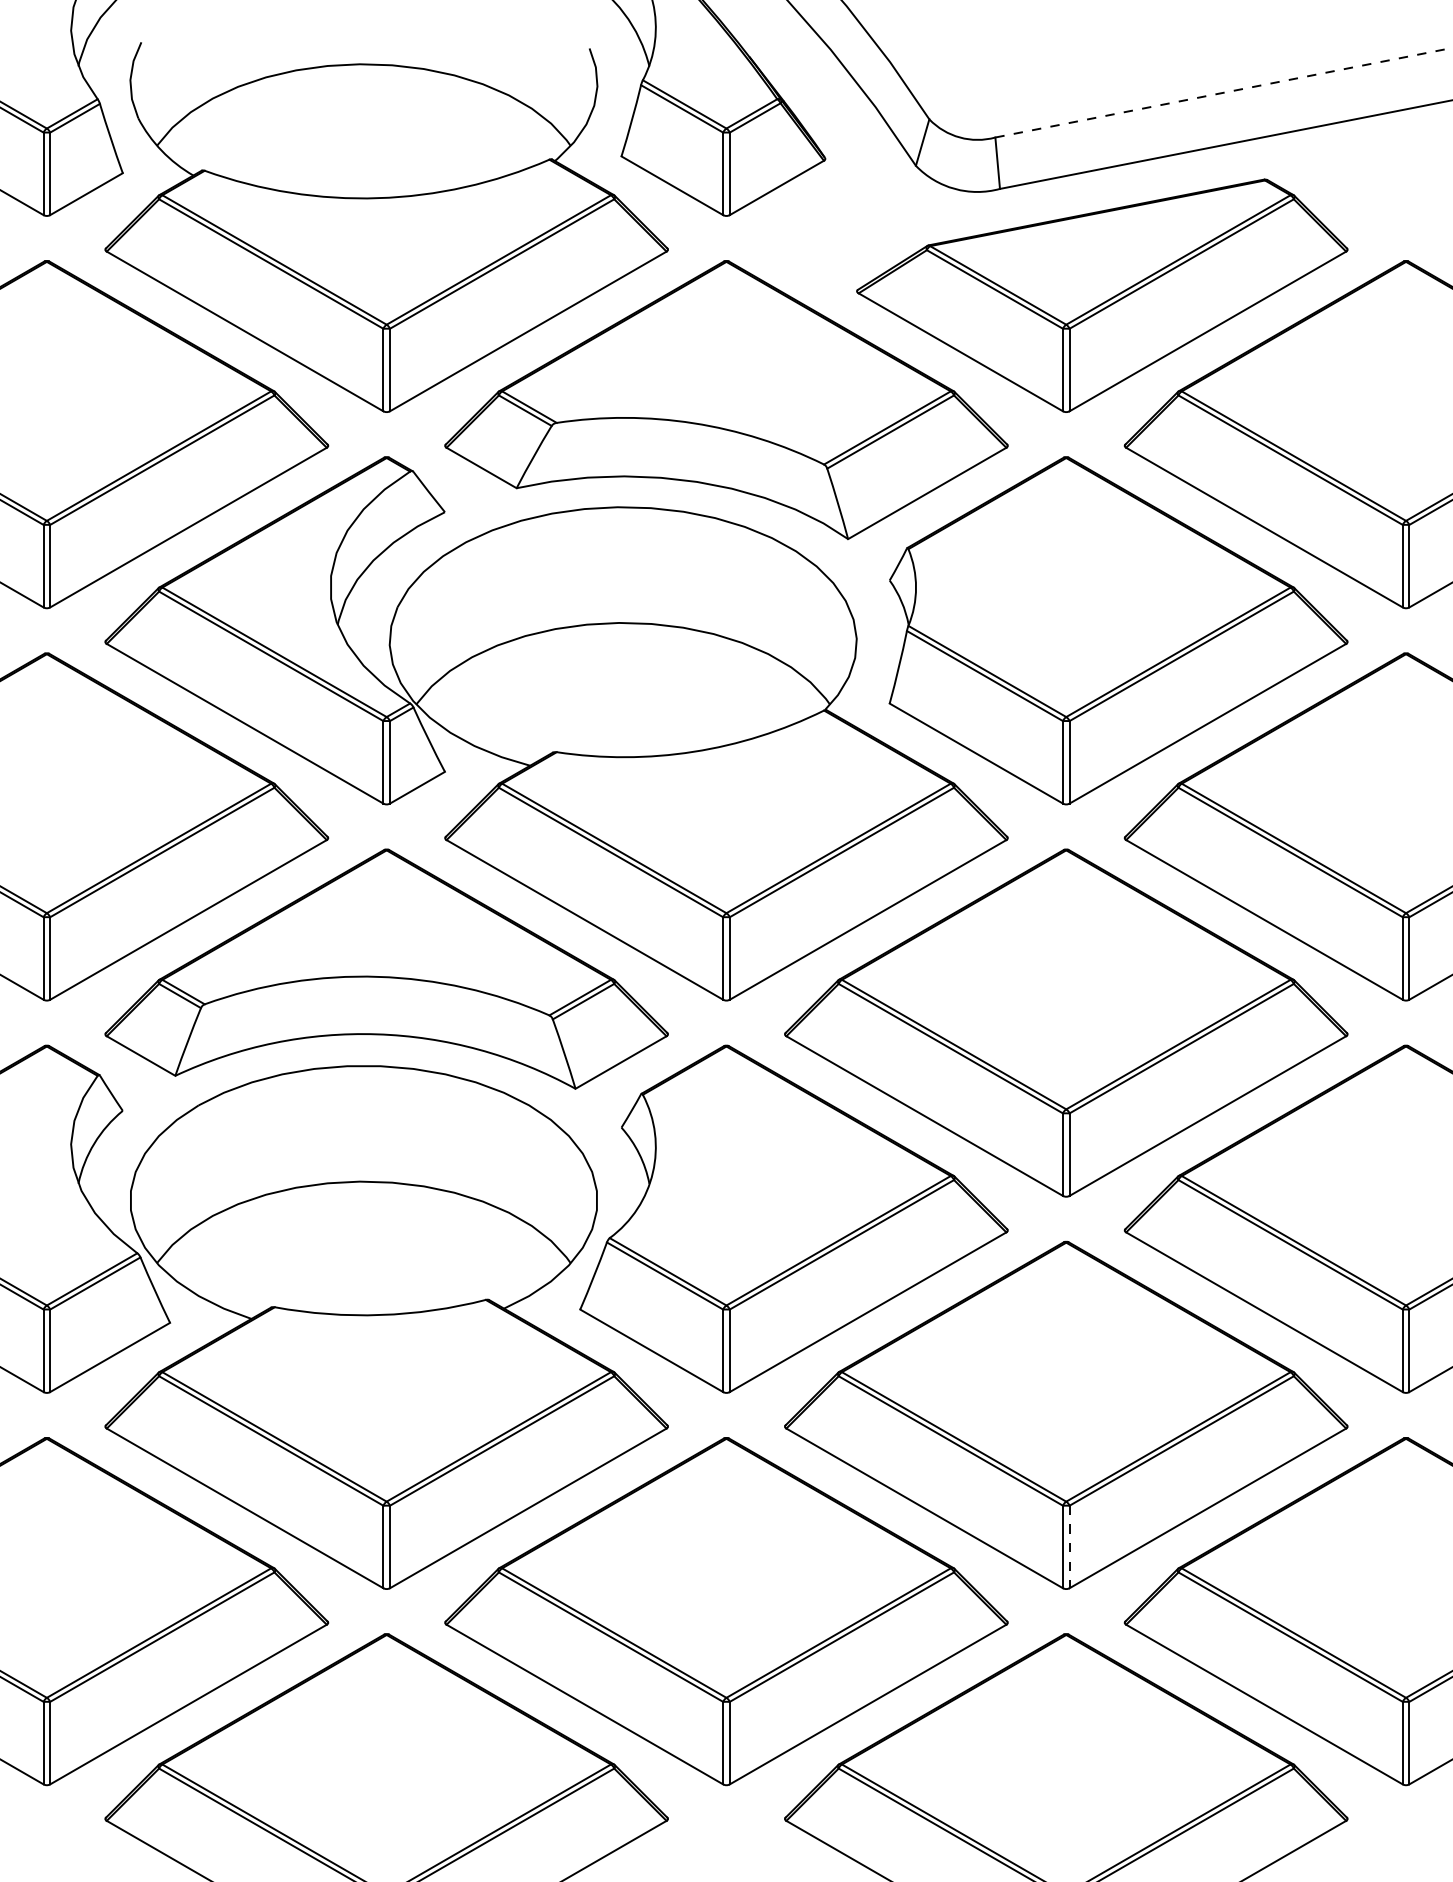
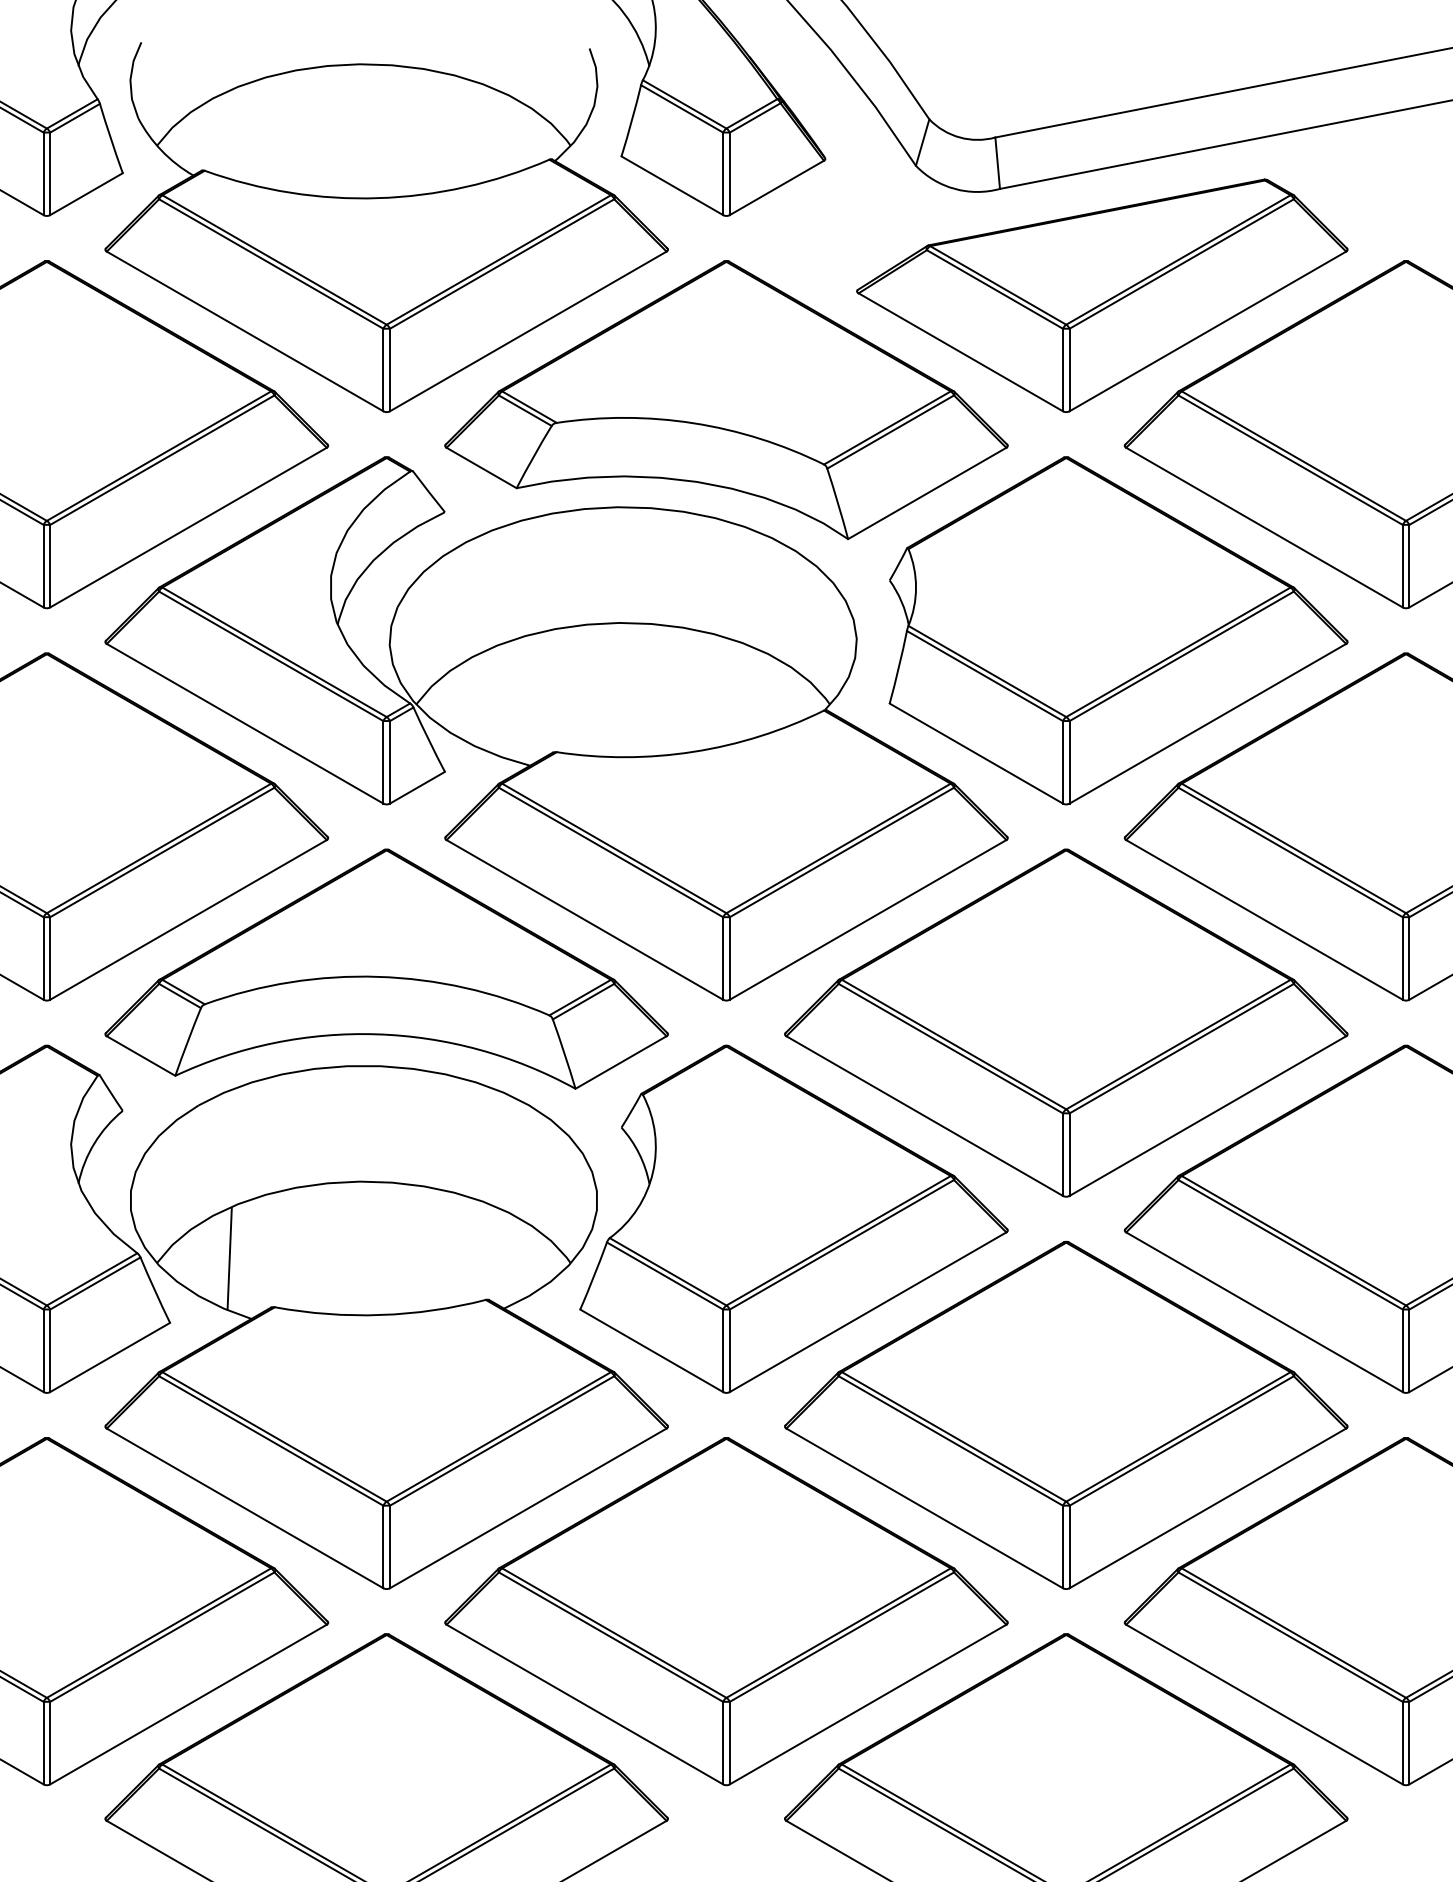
line at (1223, 92): dashed -> solid
line at (229, 1258): none -> present
line at (1069, 1547): dashed -> solid
